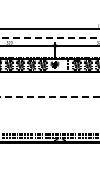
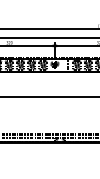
line at (50, 37): dashed -> solid
line at (50, 97): dashed -> solid
